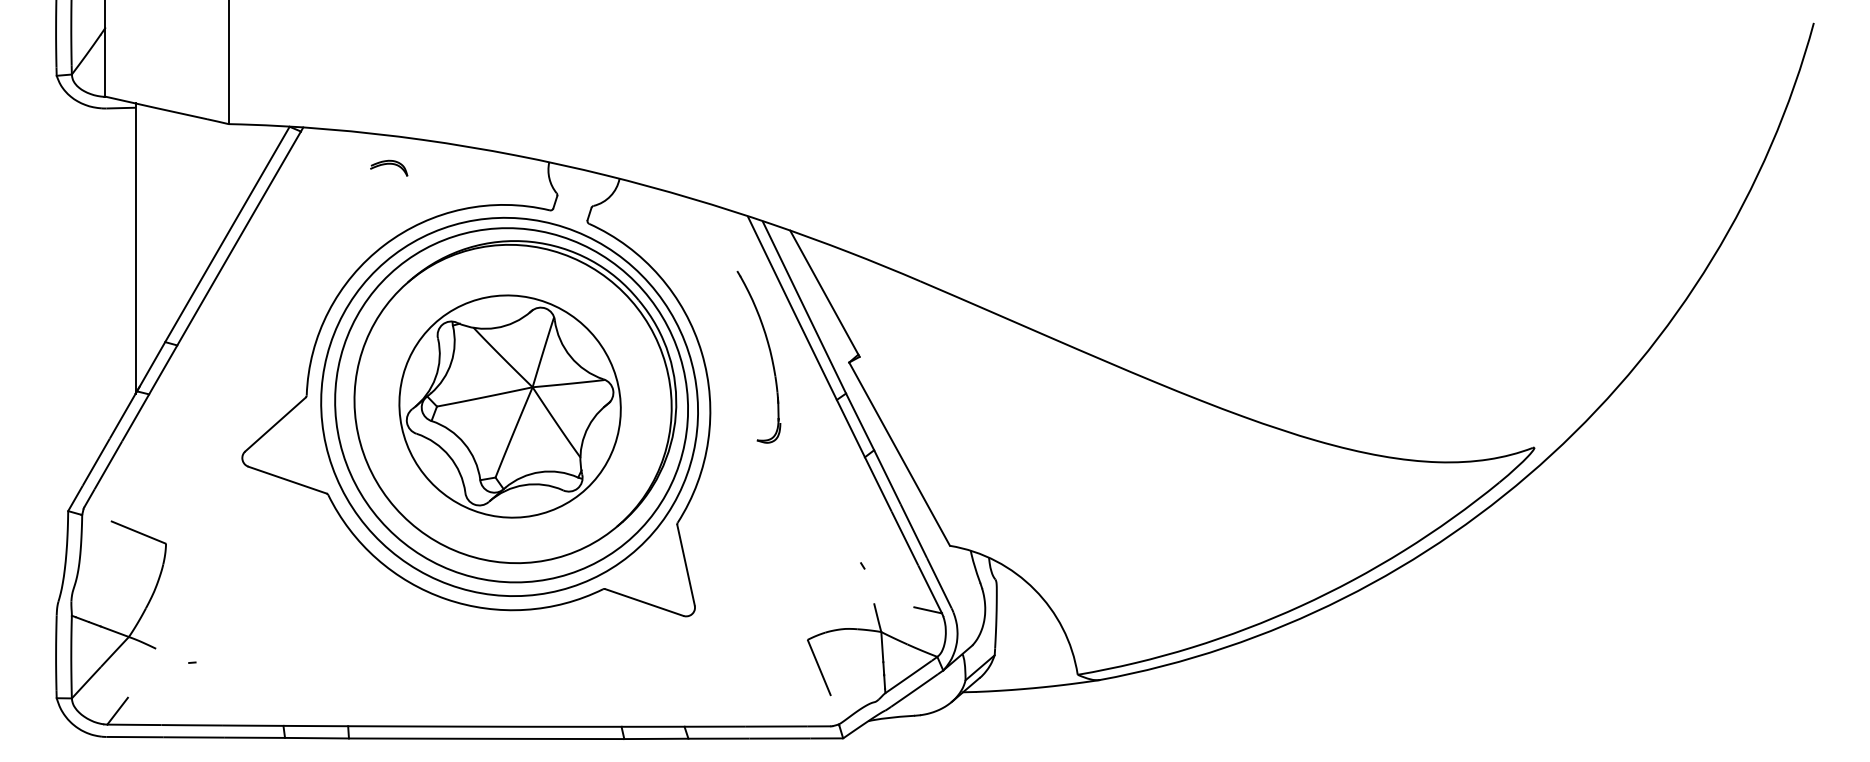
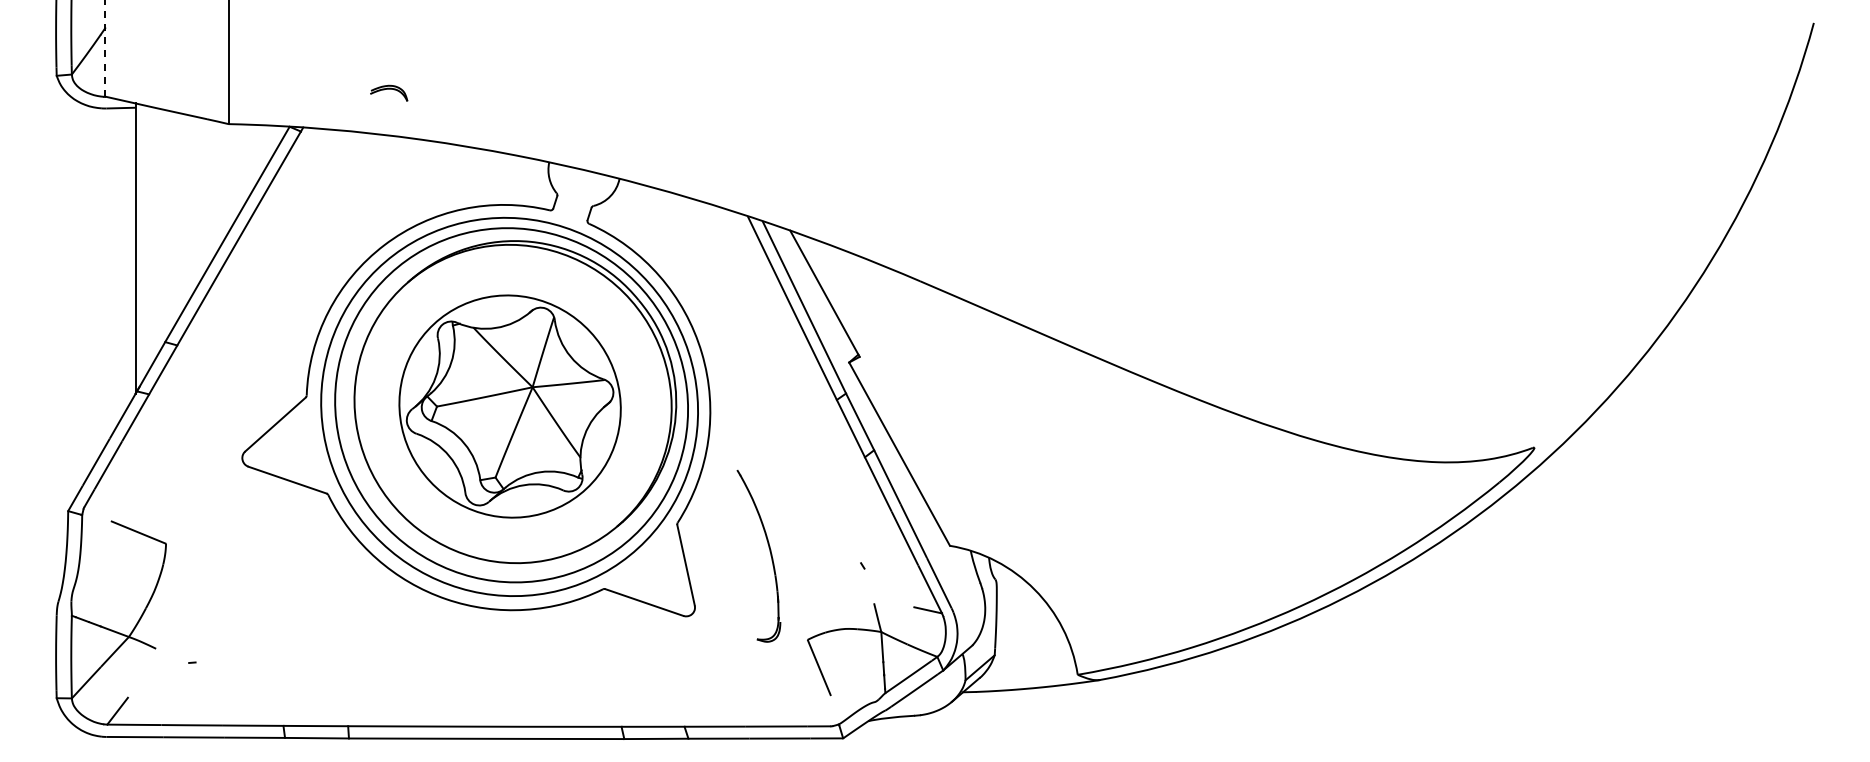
line at (105, 48): solid -> dashed
part at (389, 167) position: (389, 167) -> (389, 92)
part at (770, 357) position: (770, 357) -> (770, 556)
